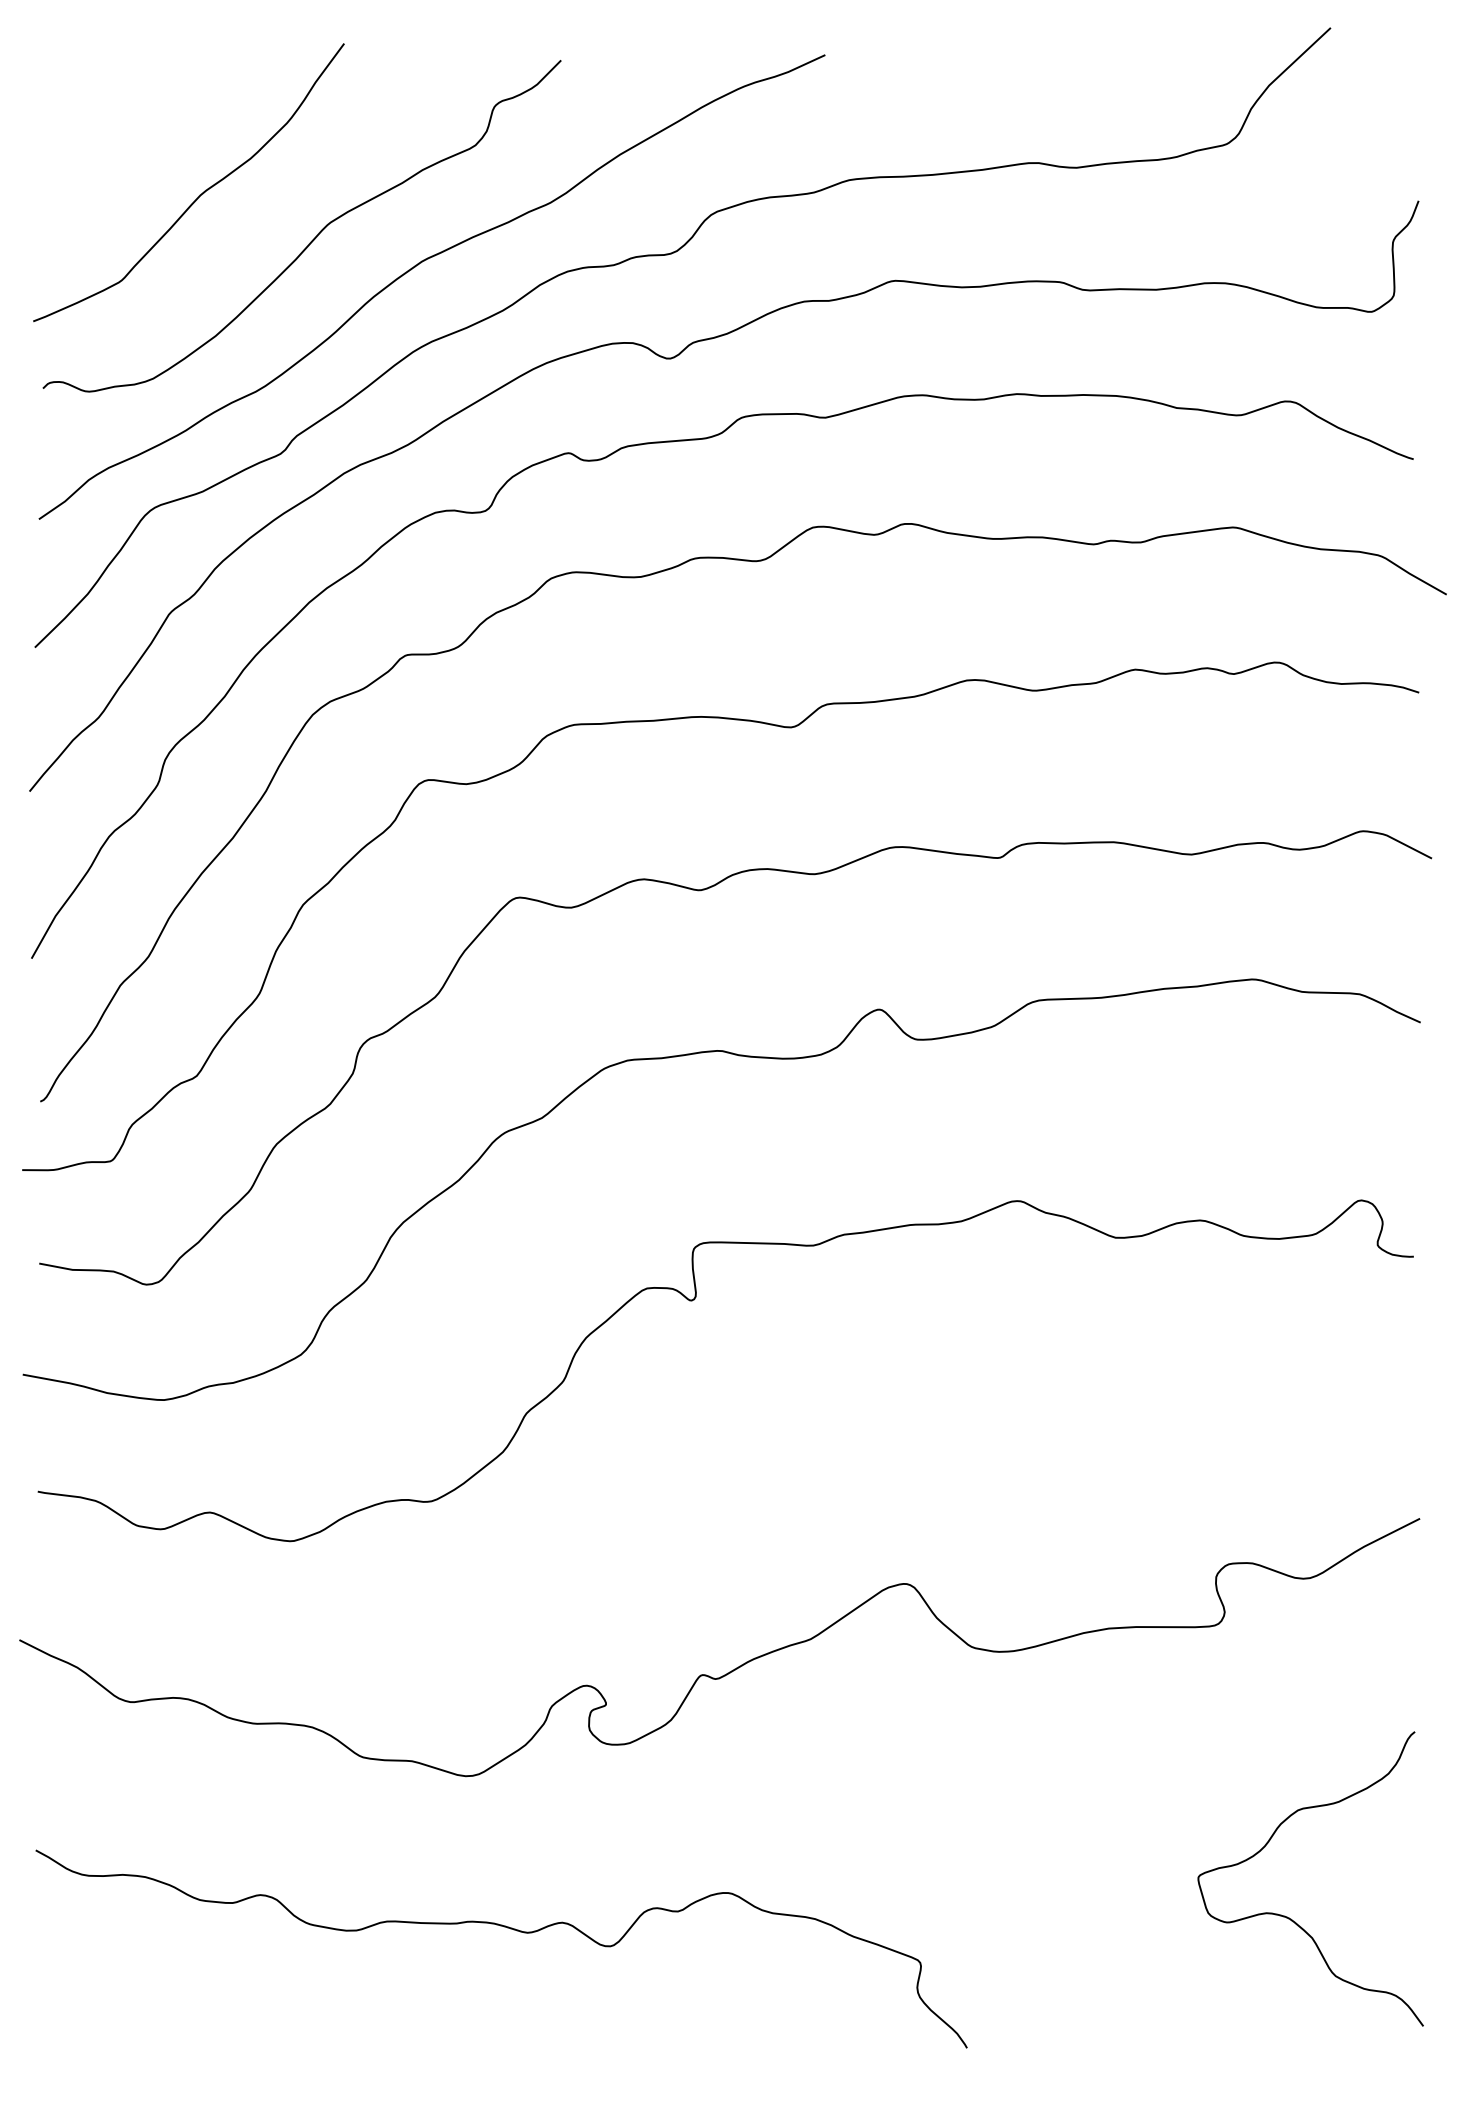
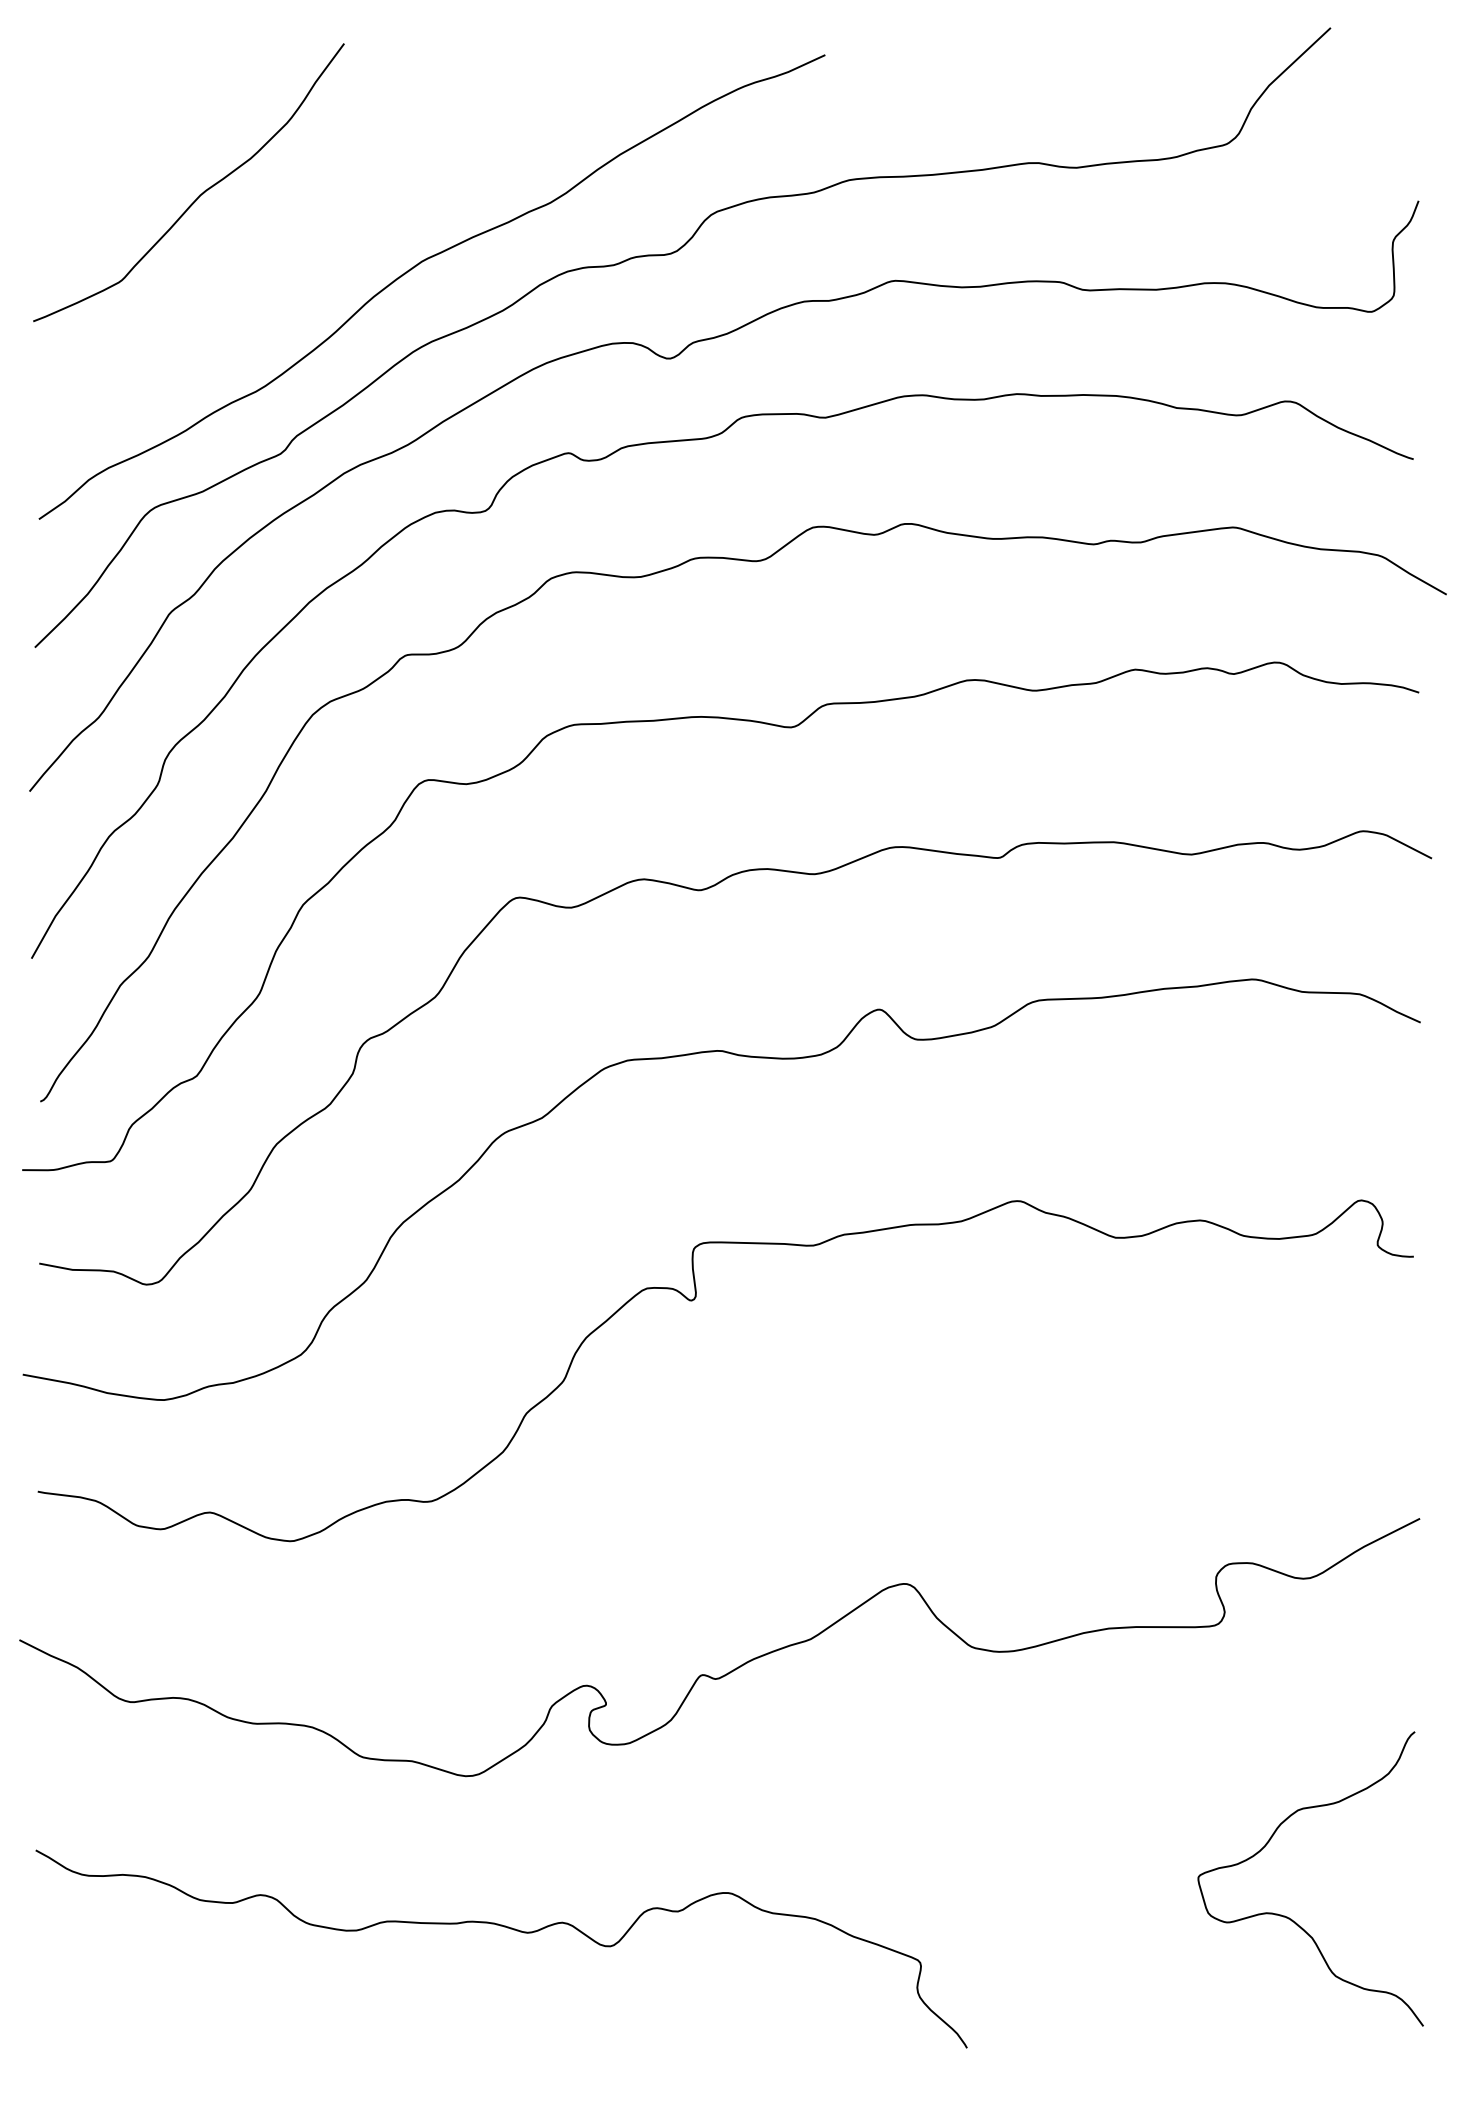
curve at (313, 238): present -> none
